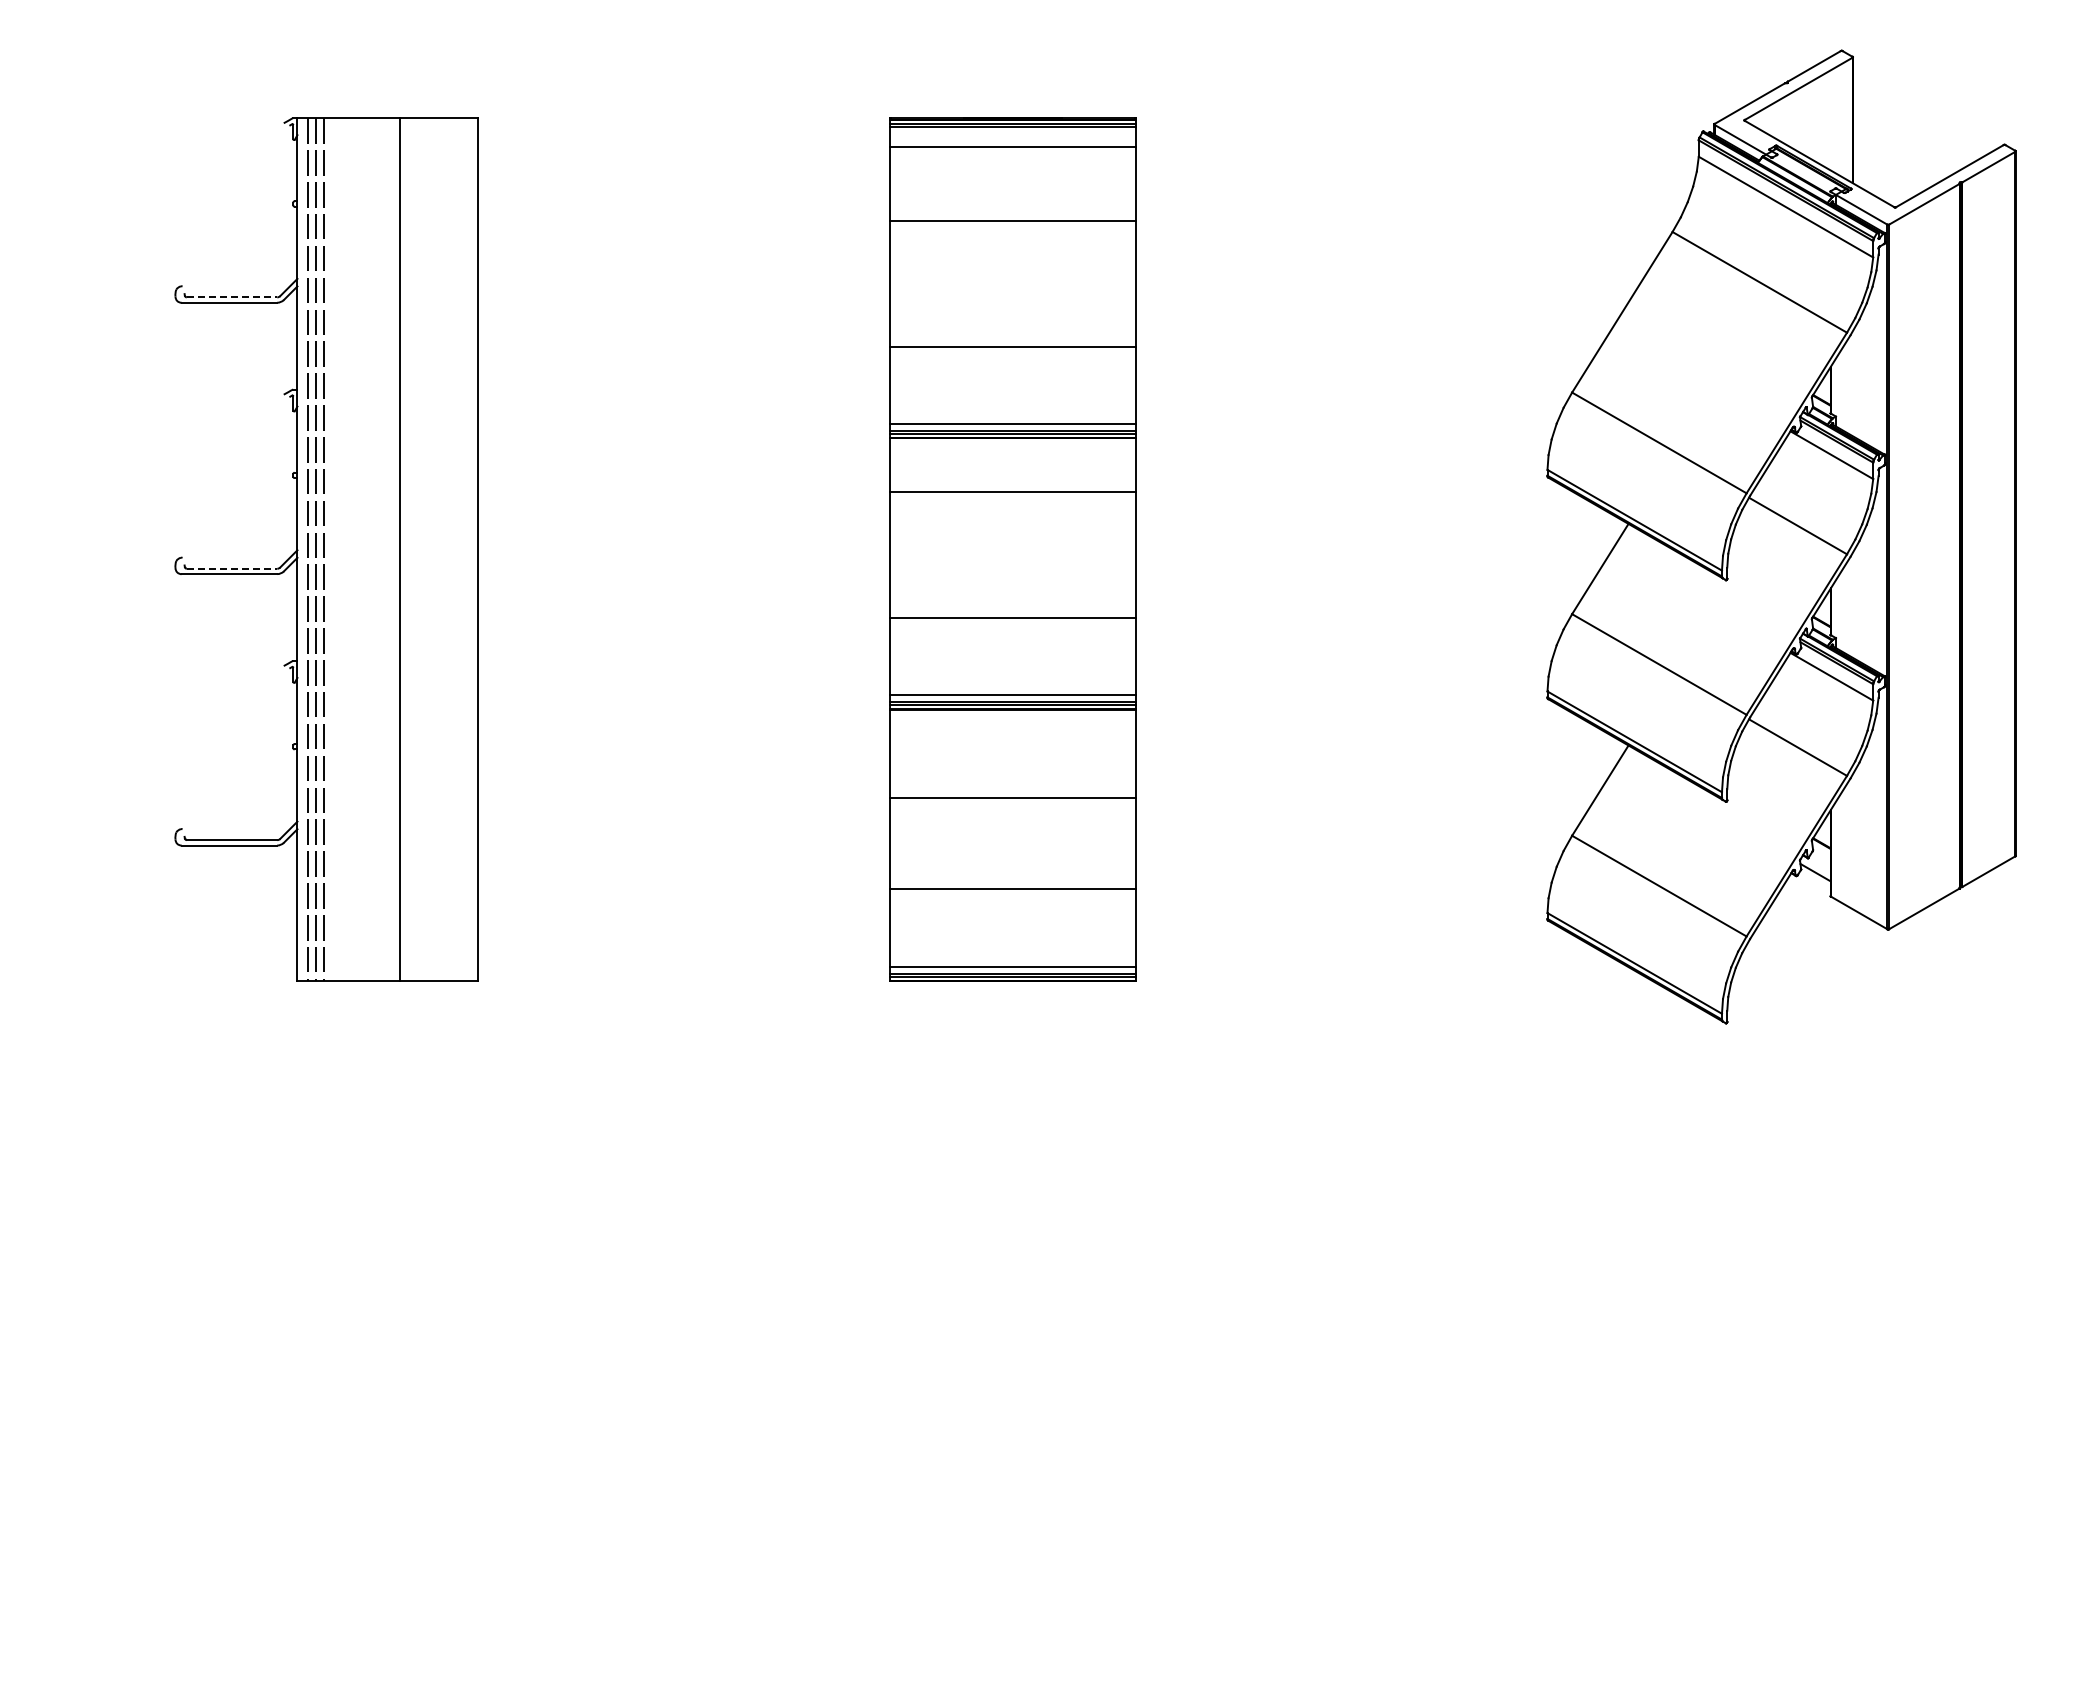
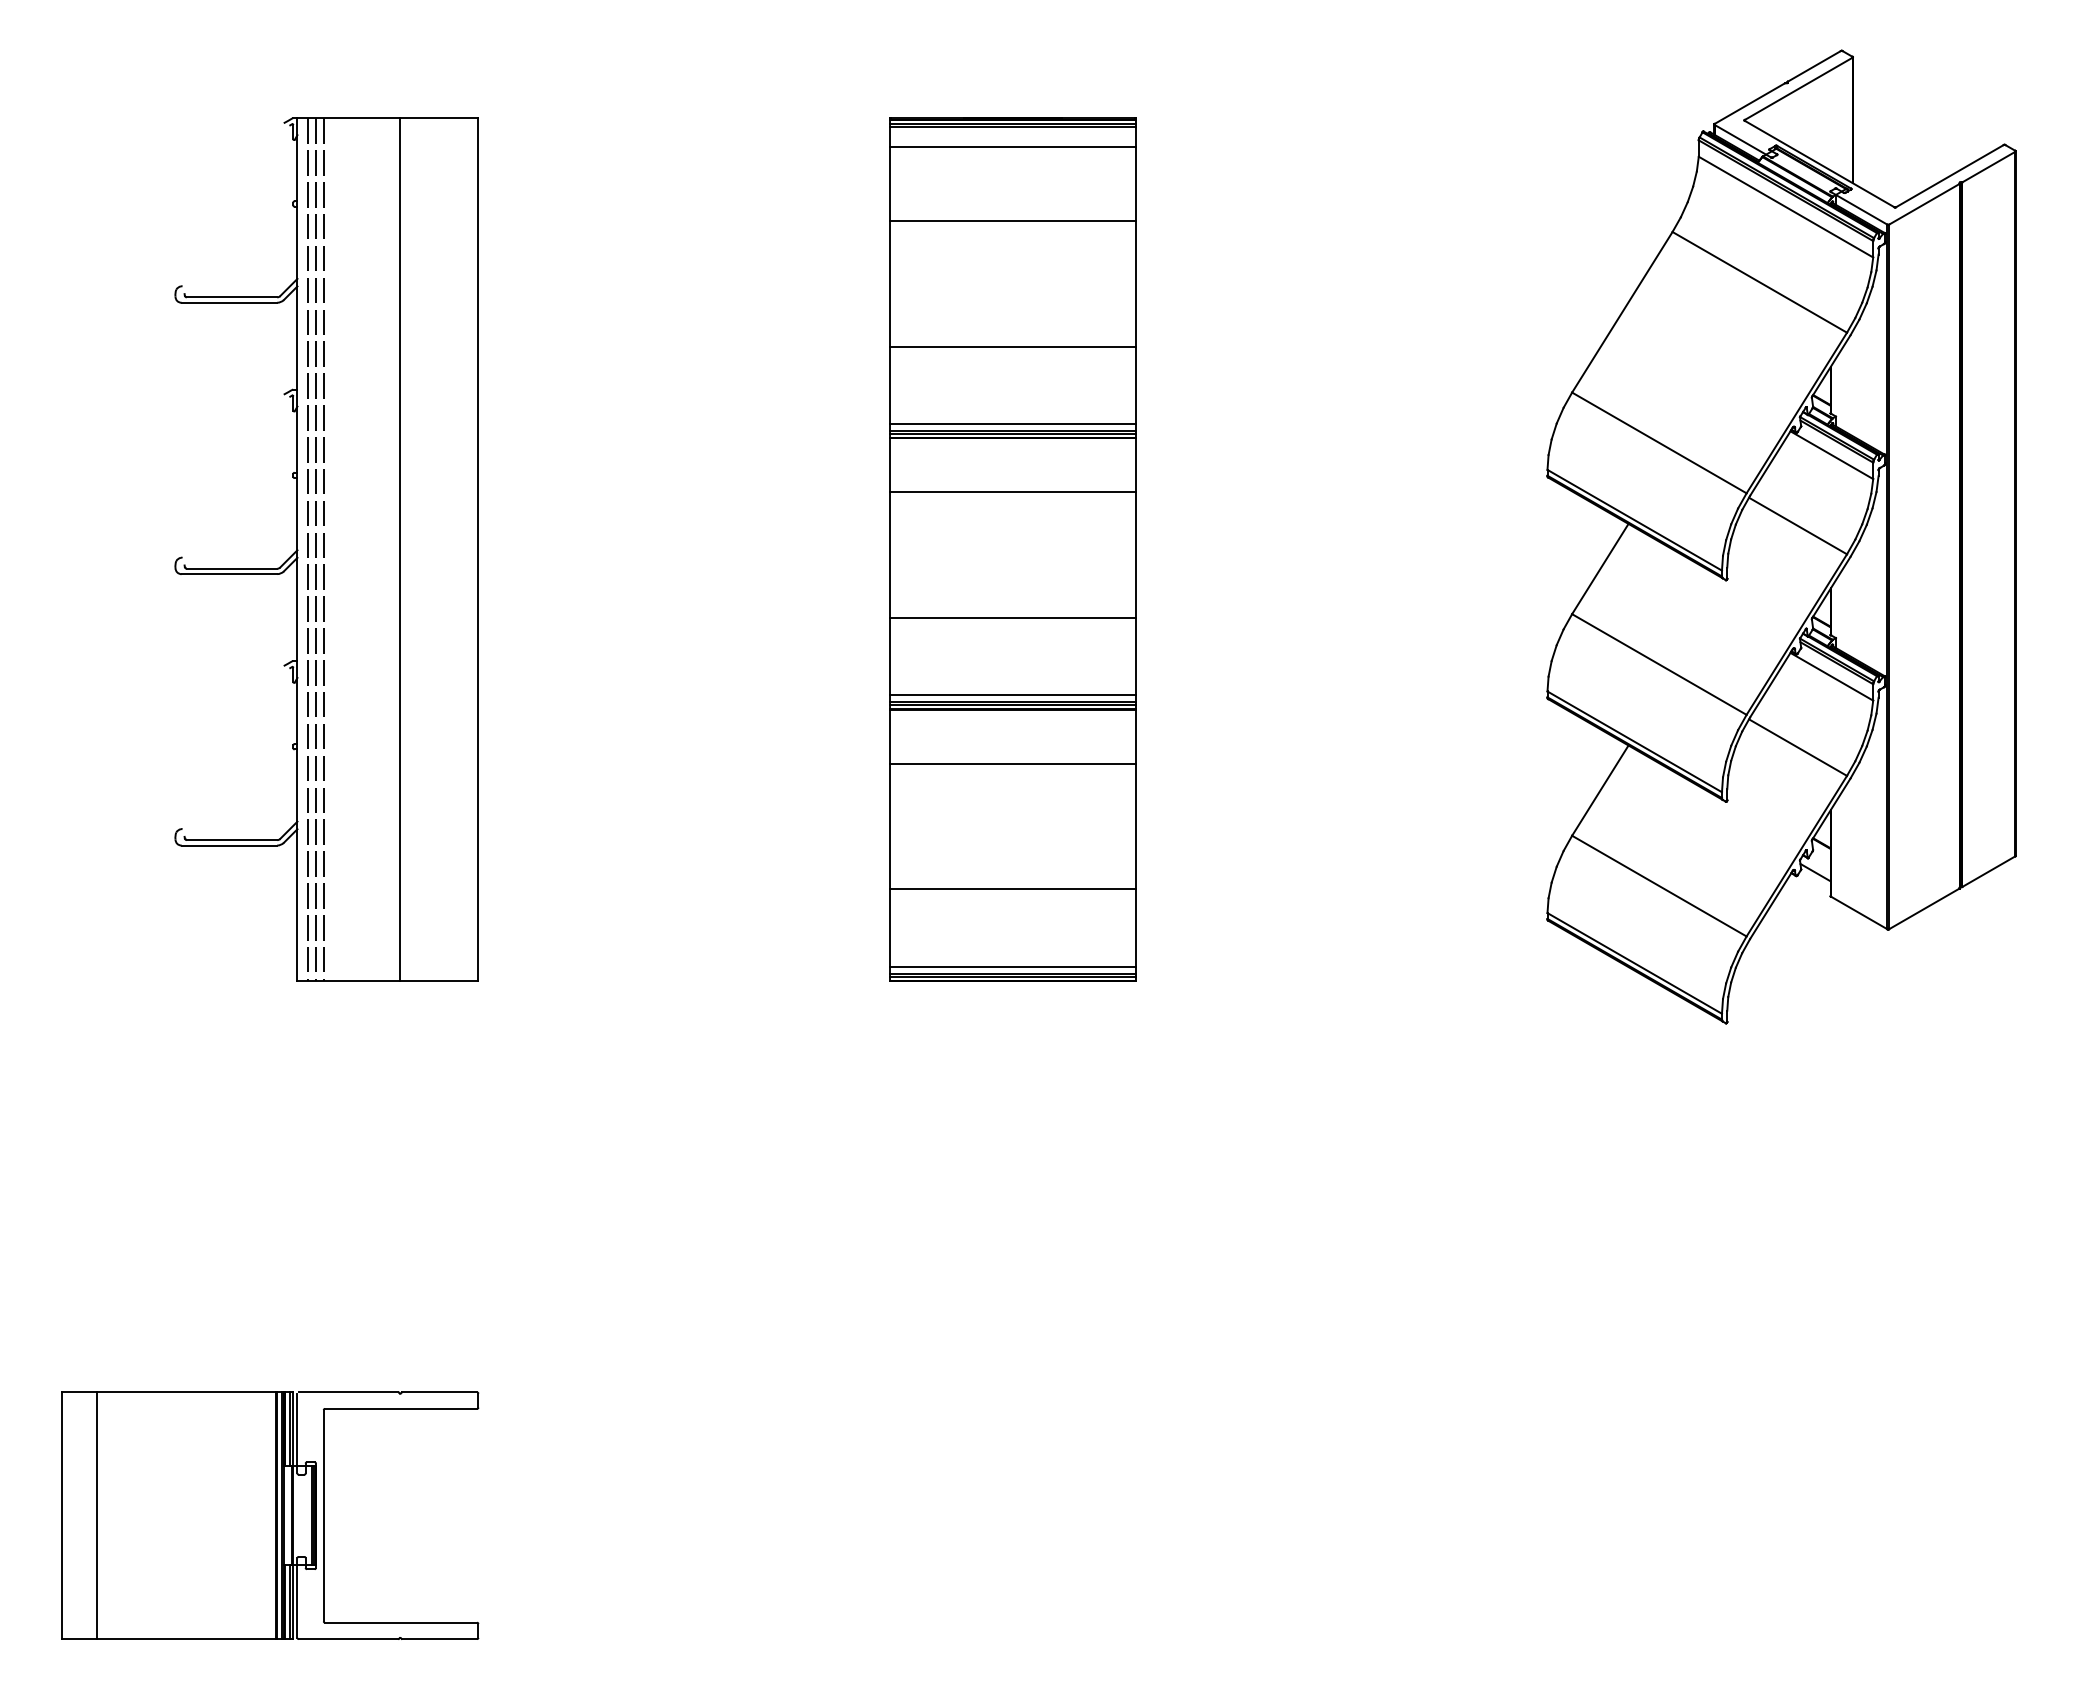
line at (232, 297): dashed -> solid
line at (232, 568): dashed -> solid
line at (1012, 797) position: (1012, 797) -> (1012, 763)
part at (270, 1515): none -> present
